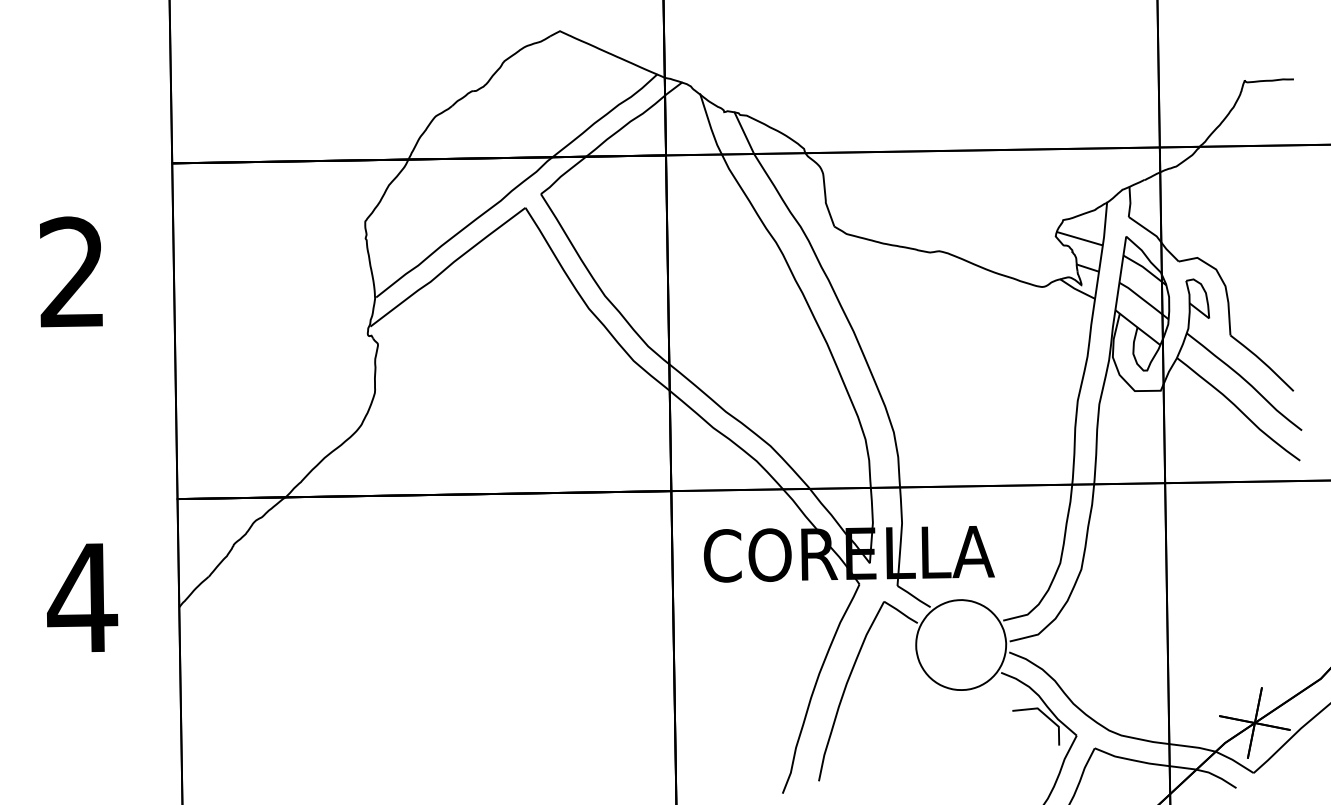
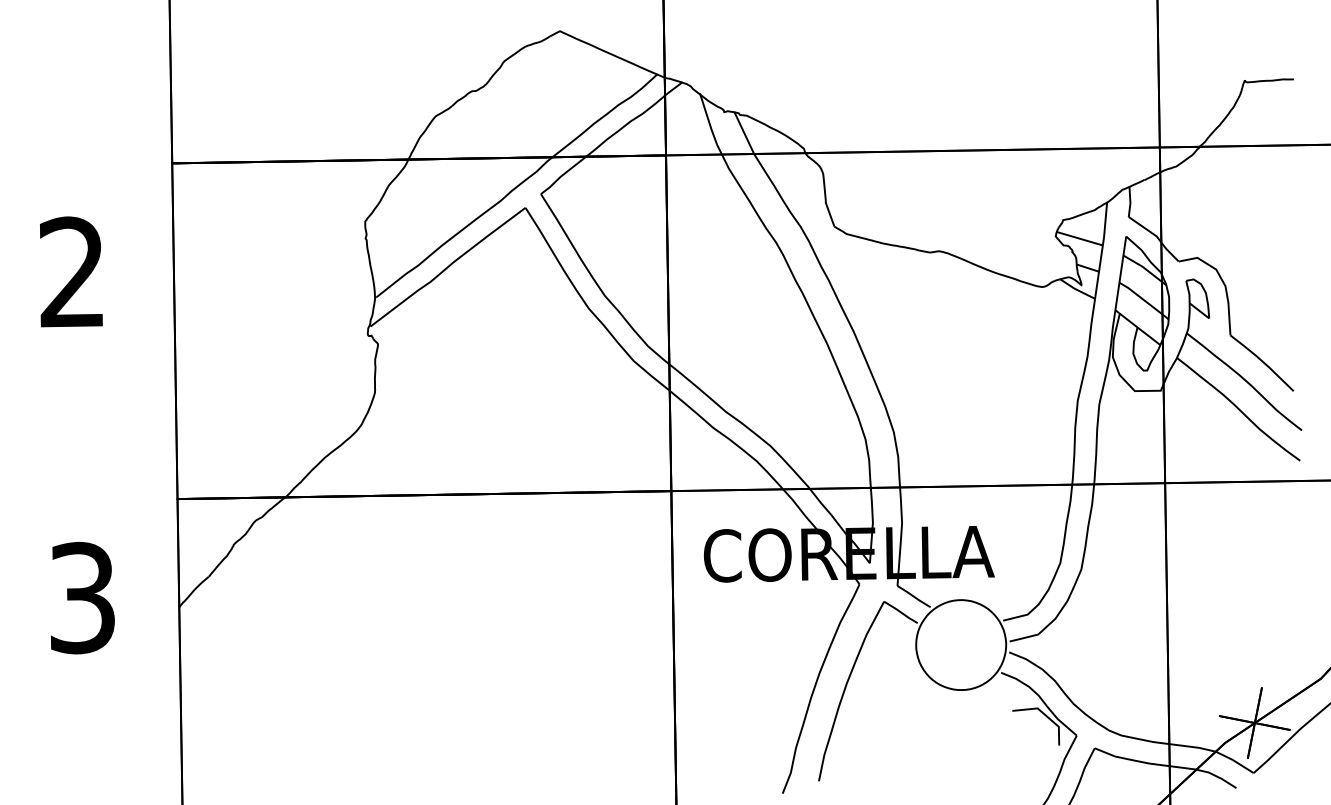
text at (82, 597): 4 -> 3
